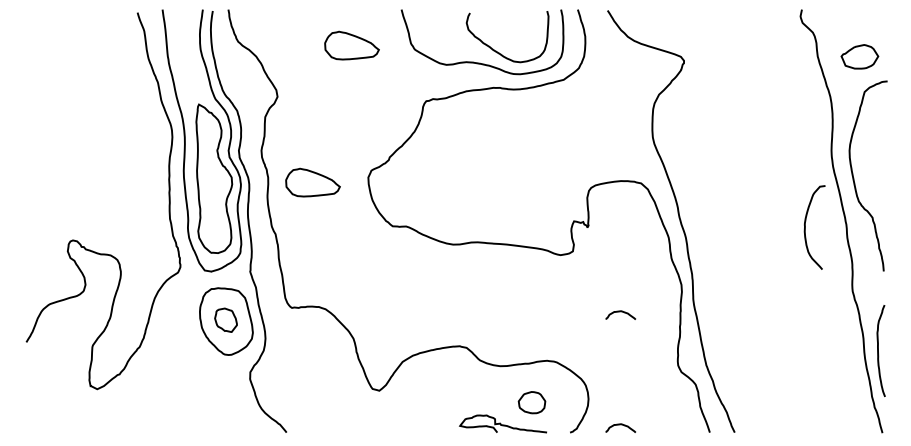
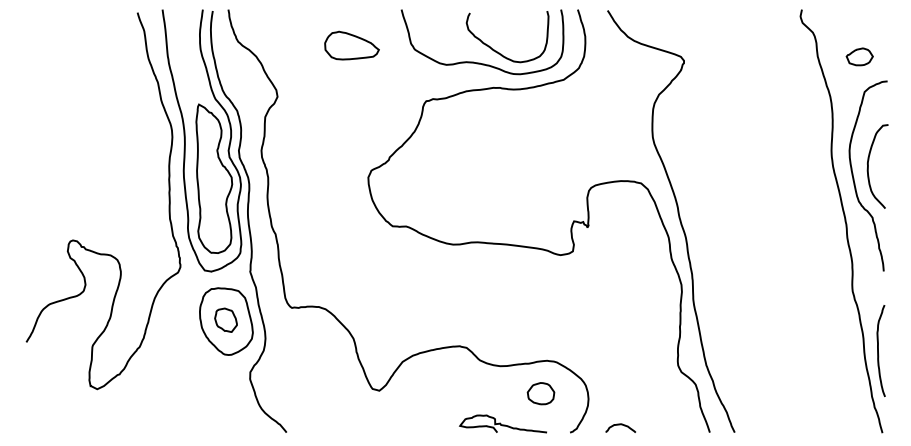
part at (859, 56) size: 40x26 px -> 29x20 px
part at (312, 182): present -> none
curve at (805, 227) position: (805, 227) -> (868, 166)
curve at (620, 312): present -> none
part at (531, 402) position: (531, 402) -> (540, 393)
